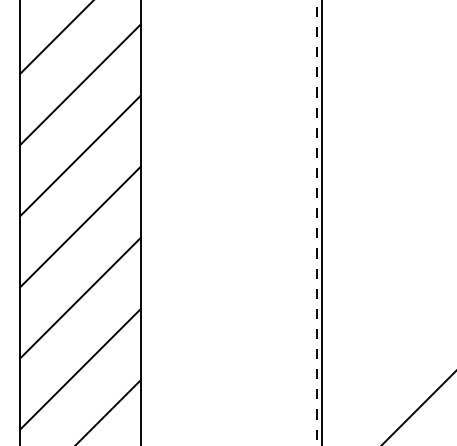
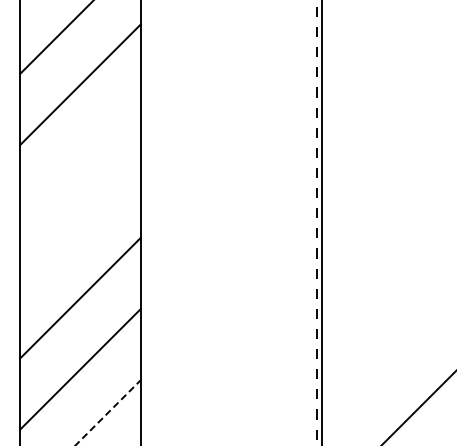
line at (80, 155): present -> none
line at (80, 226): present -> none
line at (108, 412): solid -> dashed
